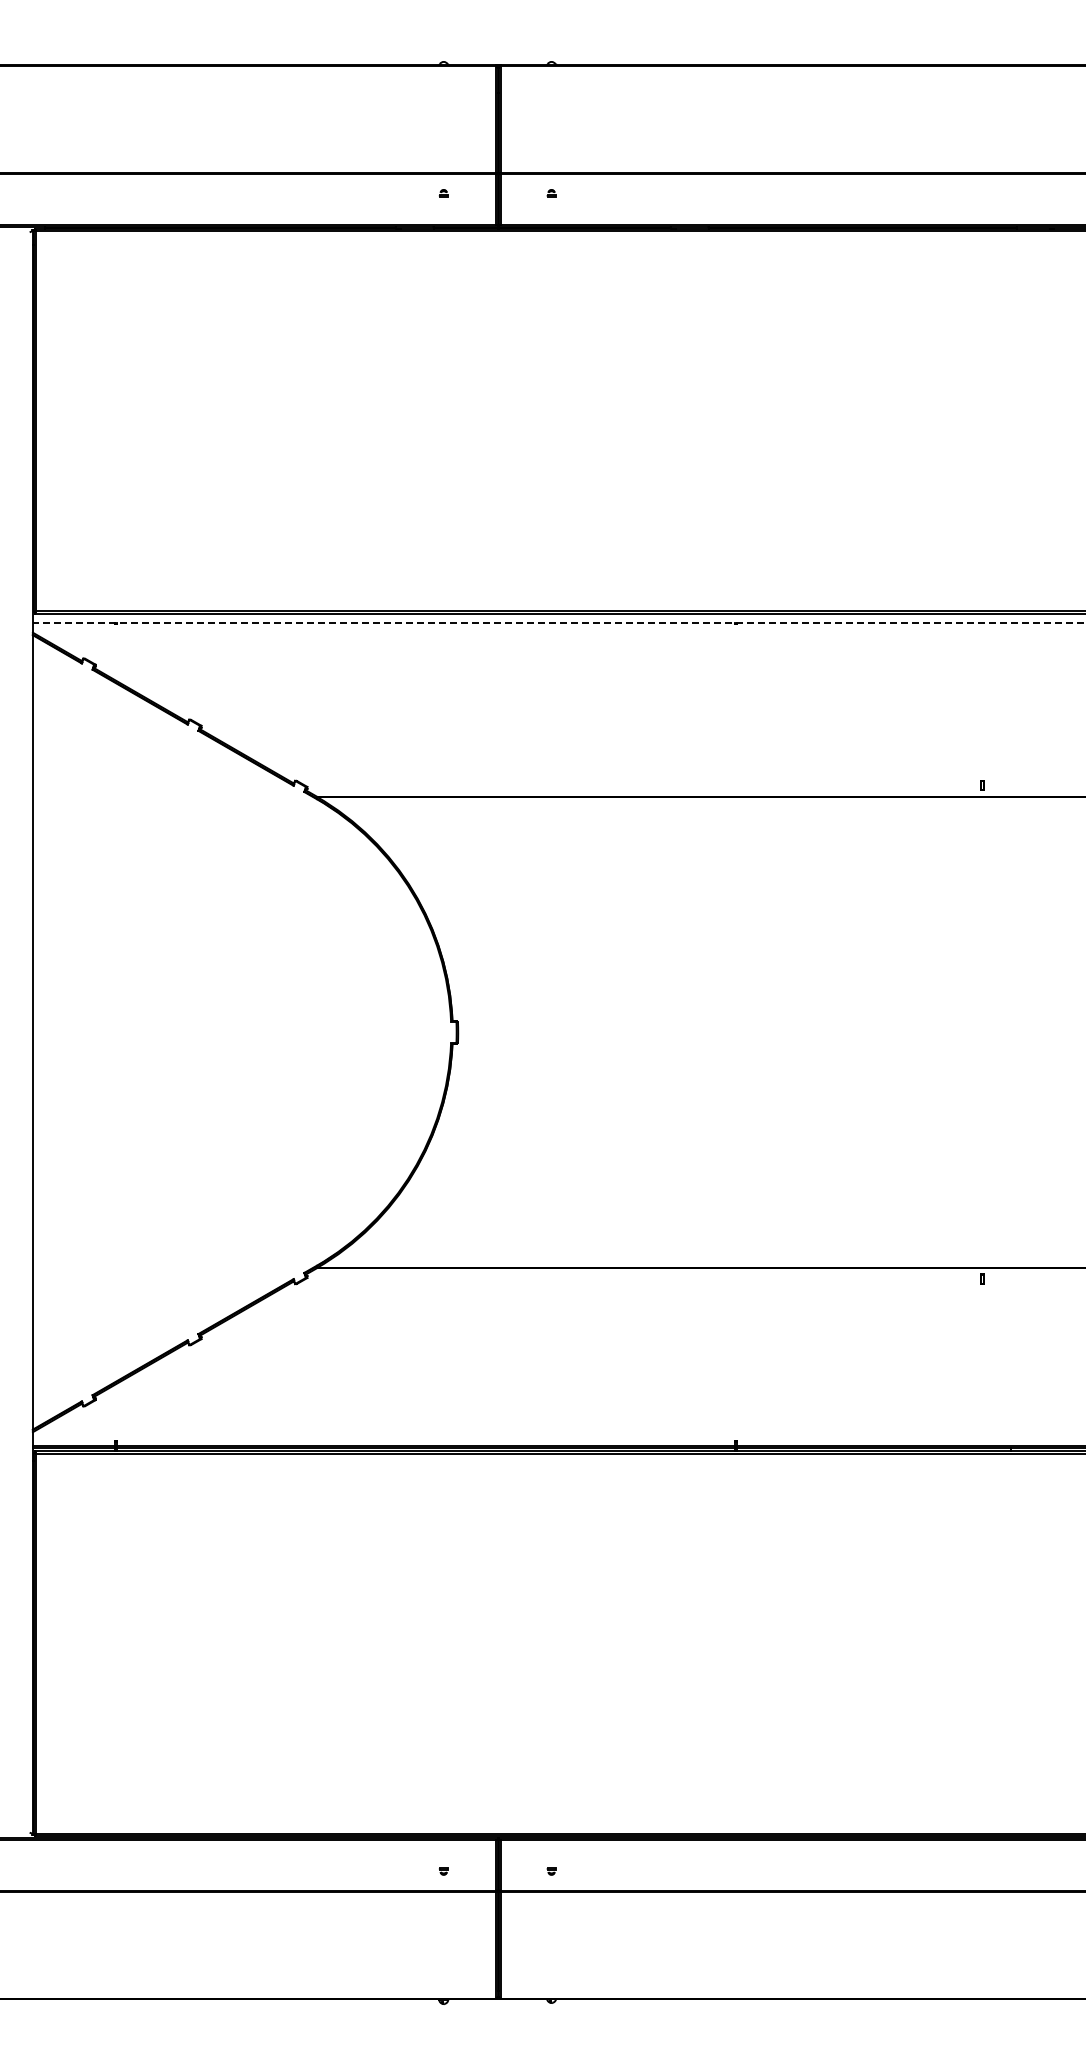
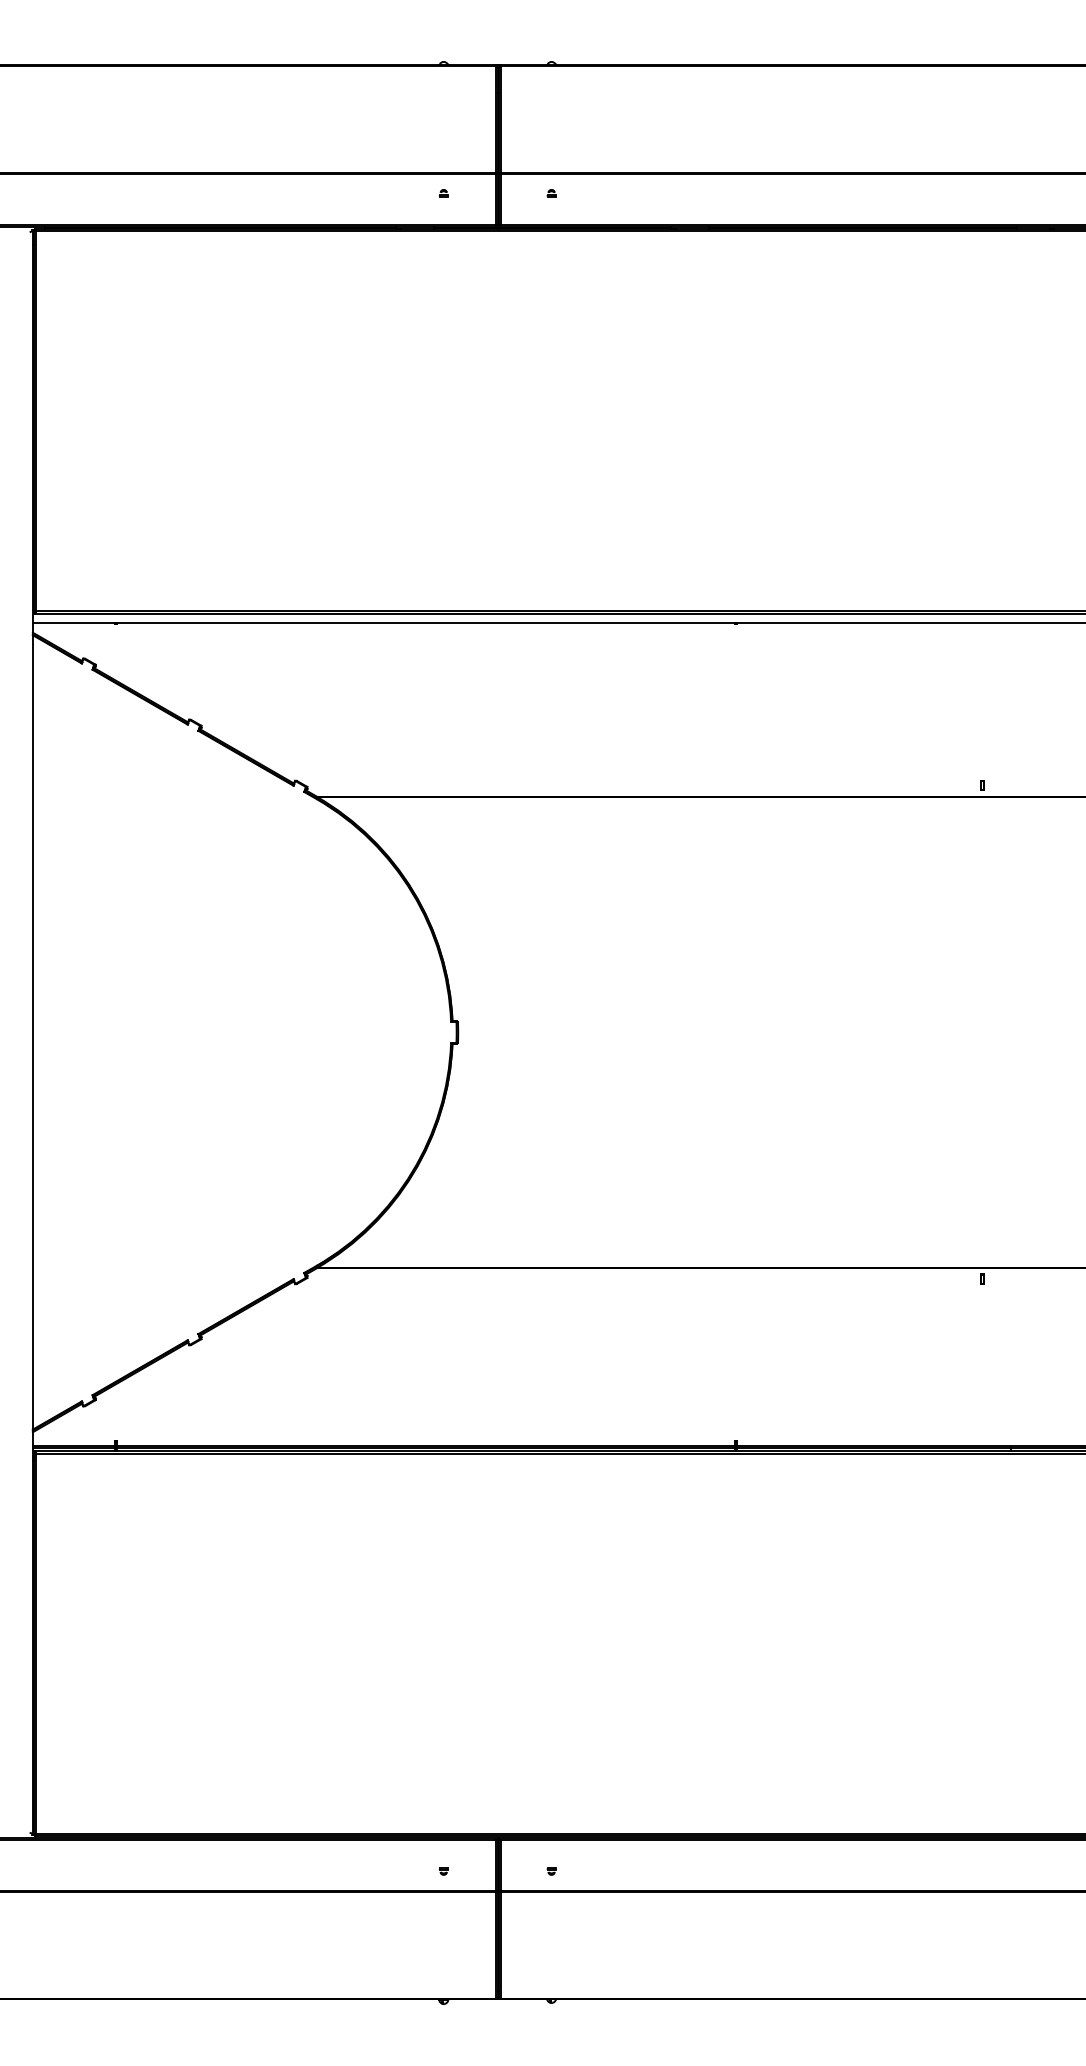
line at (558, 622): dashed -> solid
